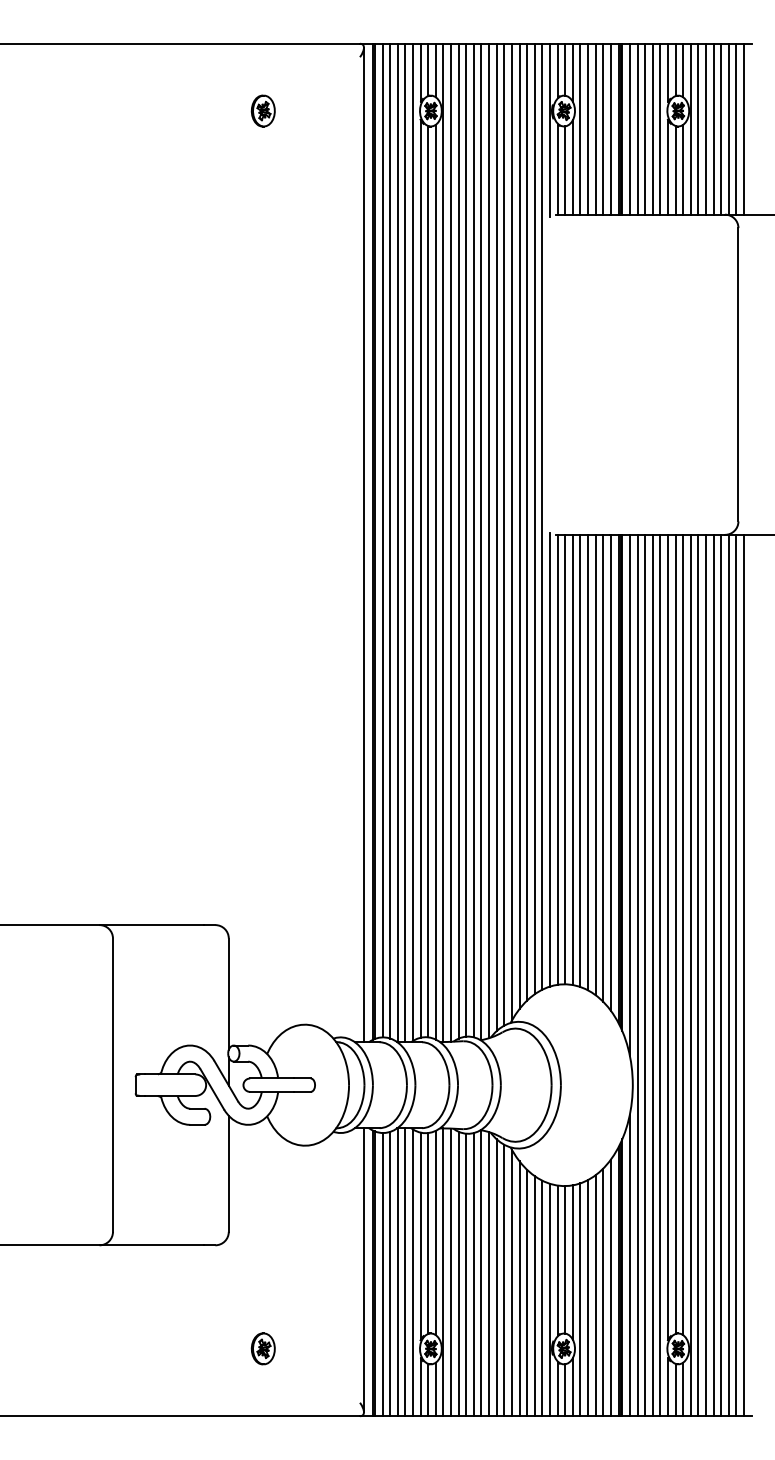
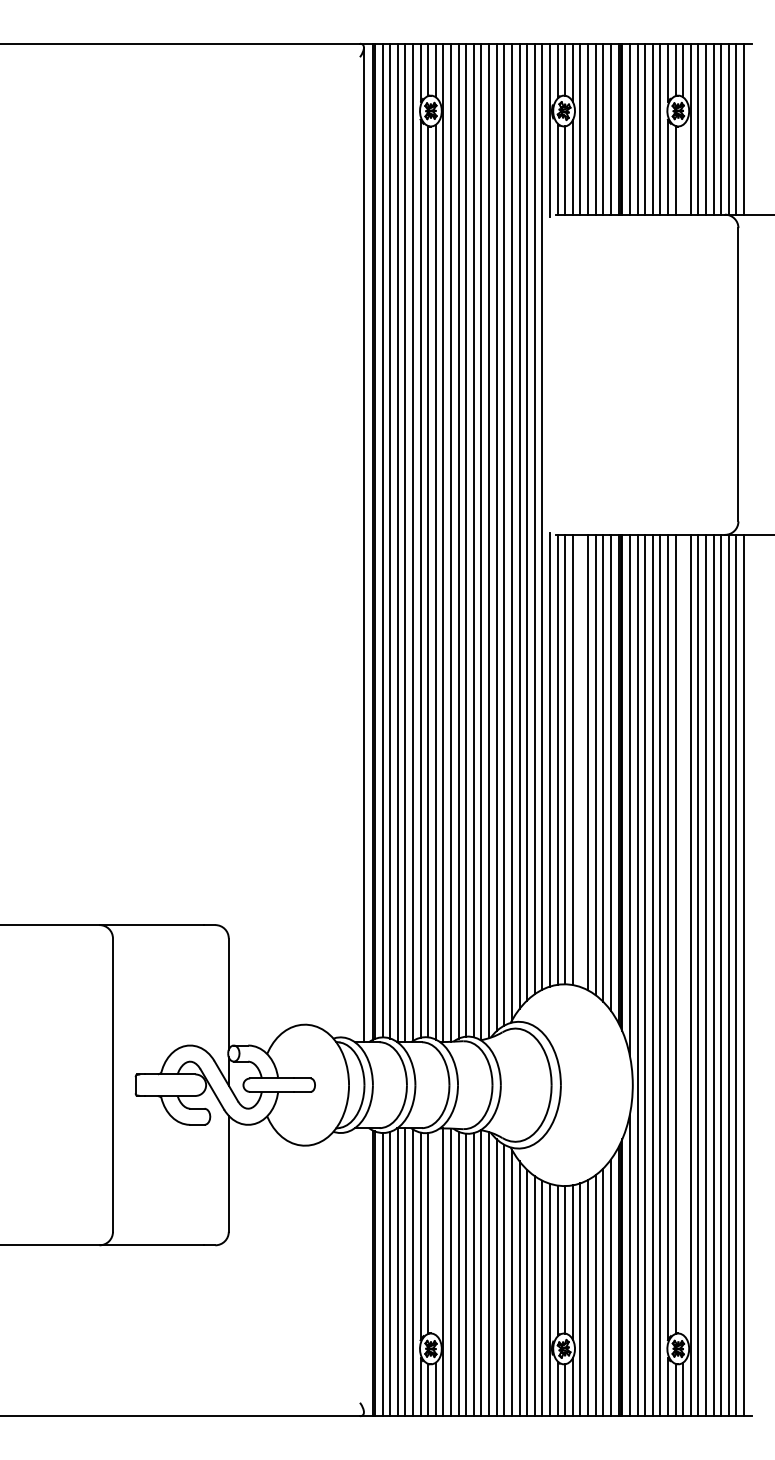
part at (262, 110): present -> none
line at (683, 169): present -> none
line at (580, 760): present -> none
line at (683, 934): present -> none
line at (435, 1232): present -> none
line at (363, 1270): present -> none
part at (262, 1348): present -> none
